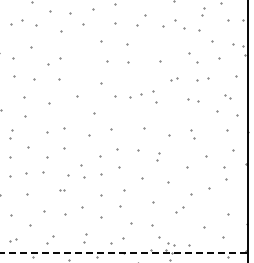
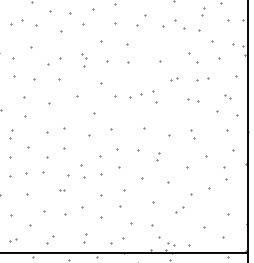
part at (84, 60): none -> present
line at (124, 253): dashed -> solid
